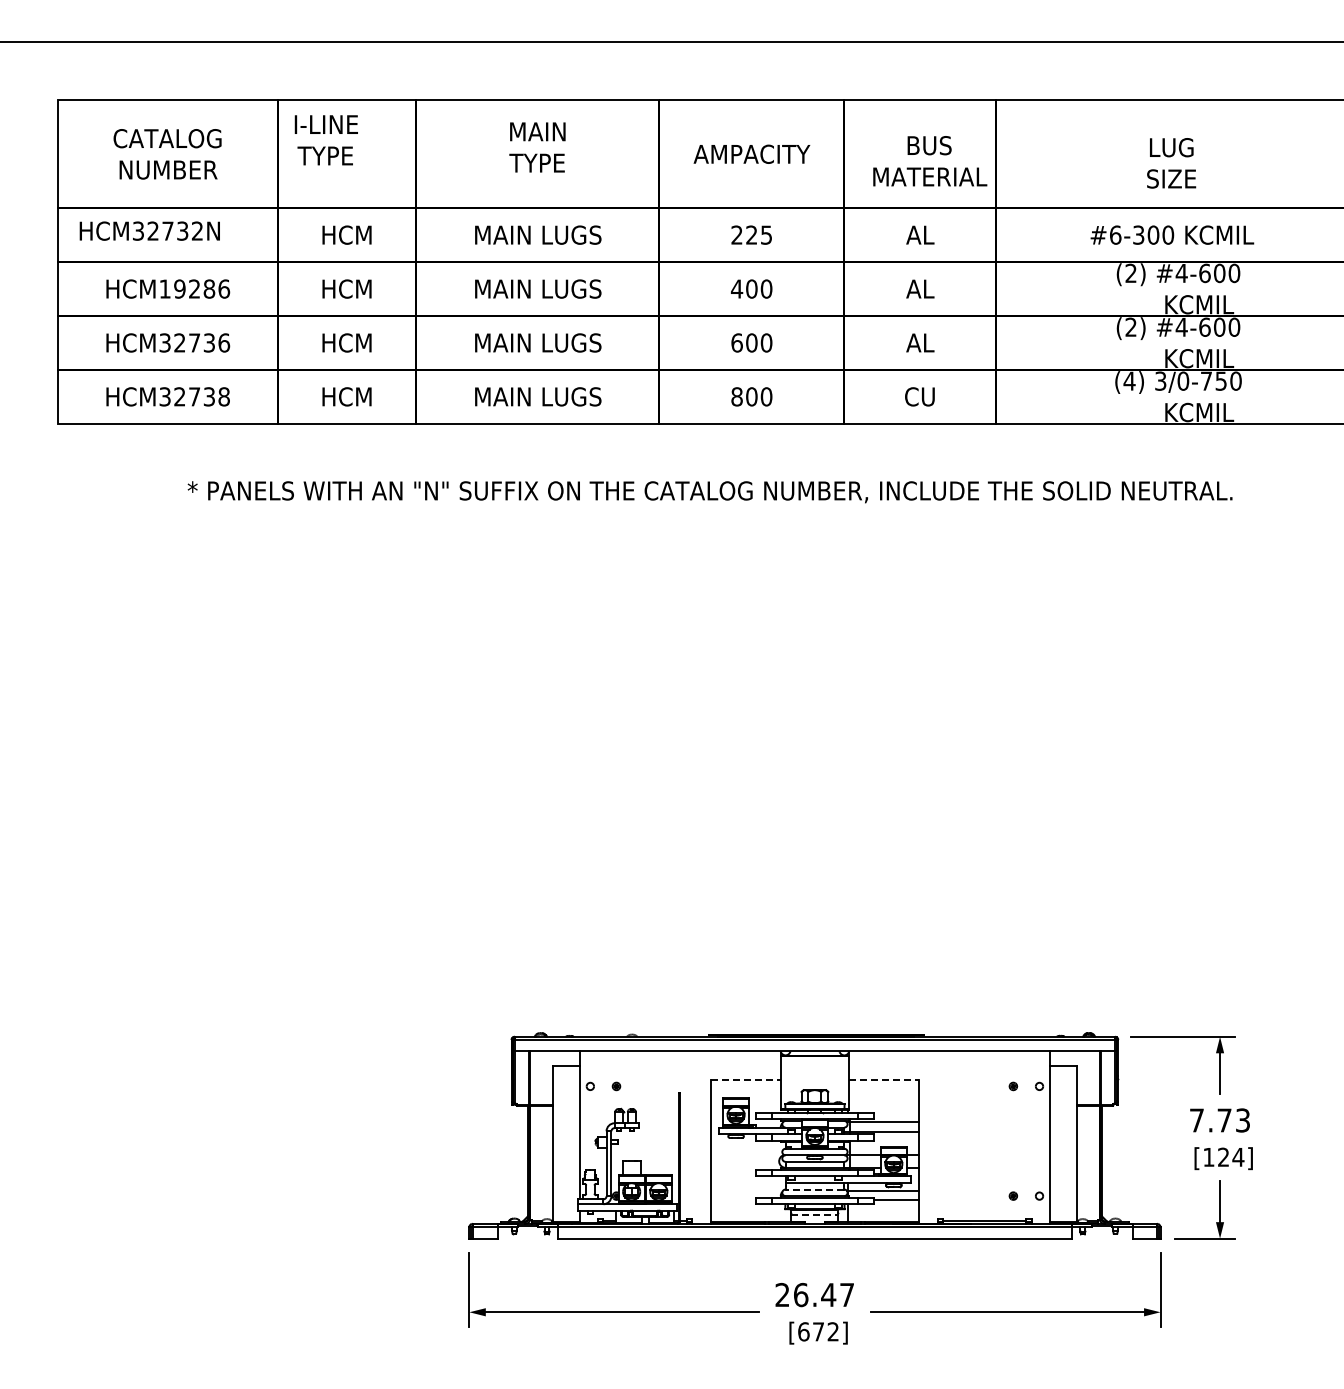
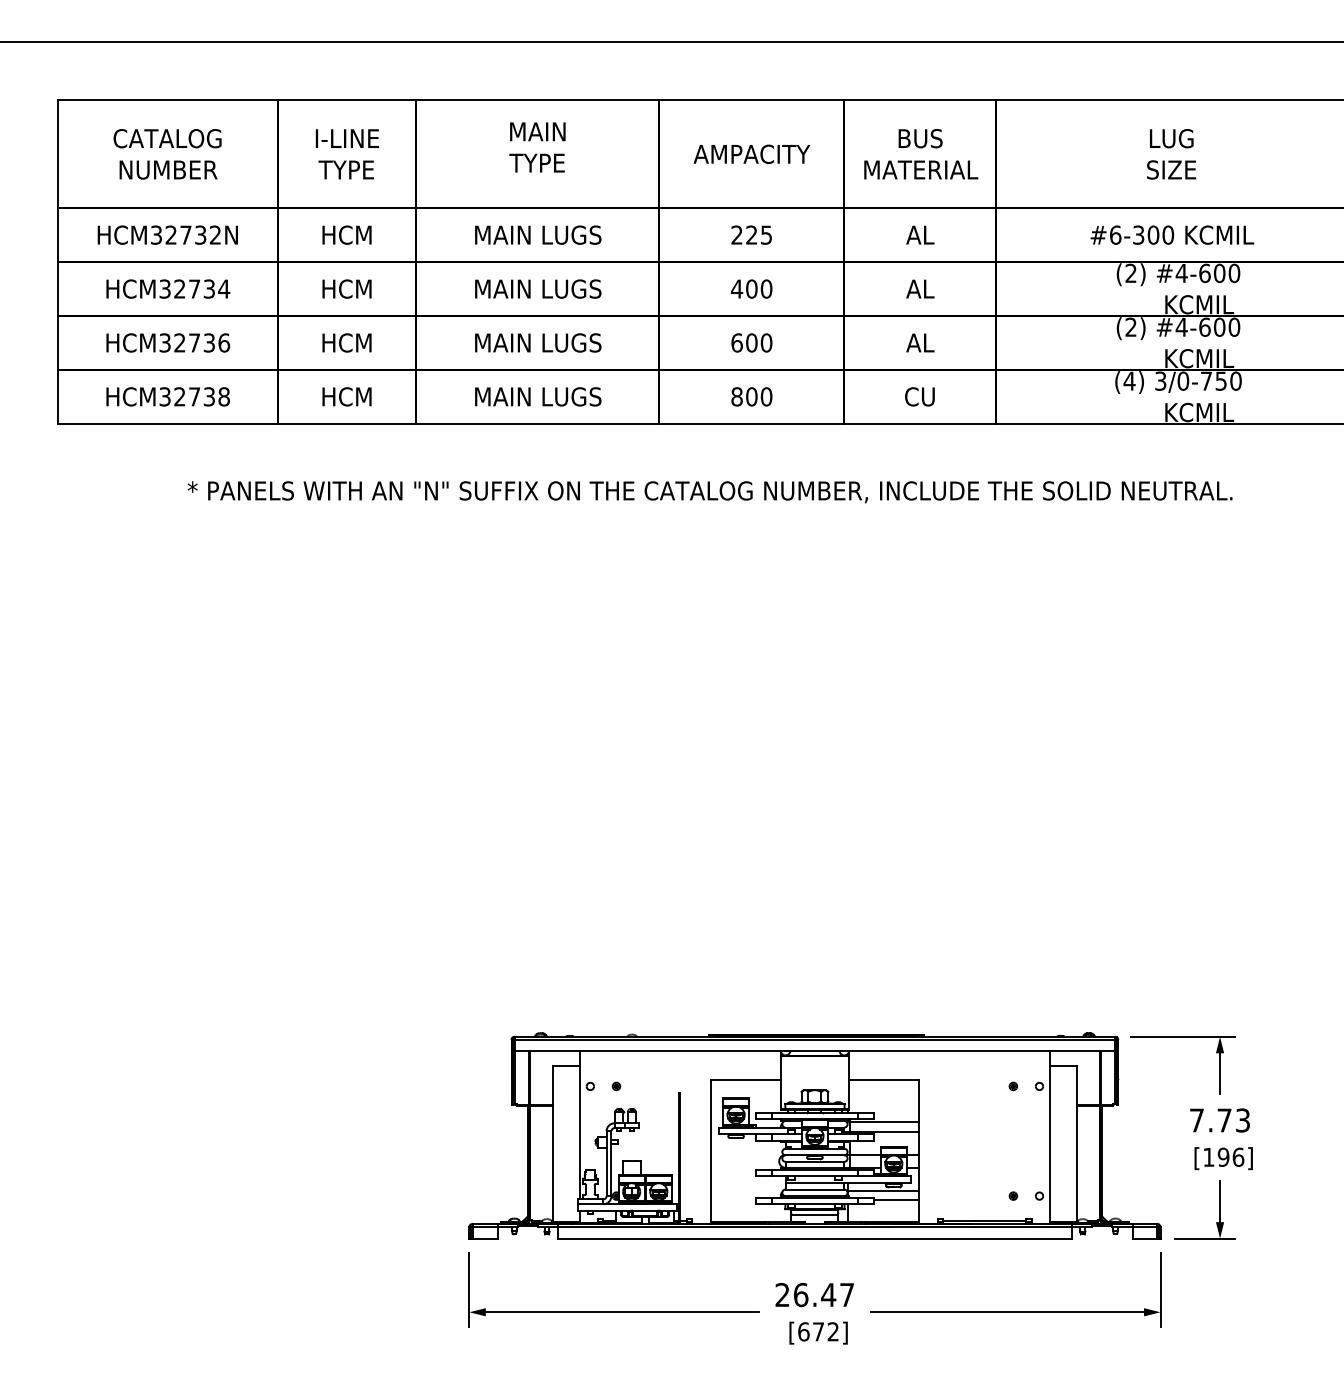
text at (325, 140) position: (325, 140) -> (346, 154)
text at (930, 161) position: (930, 161) -> (921, 154)
text at (1171, 163) position: (1171, 163) -> (1171, 154)
text at (149, 230) position: (149, 230) -> (167, 234)
text at (194, 288): HCM19286 -> HCM32734
line at (746, 1080): dashed -> solid
line at (884, 1080): dashed -> solid
text at (1230, 1156): [124] -> [196]
line at (814, 1189): dashed -> solid
line at (814, 1215): dashed -> solid
